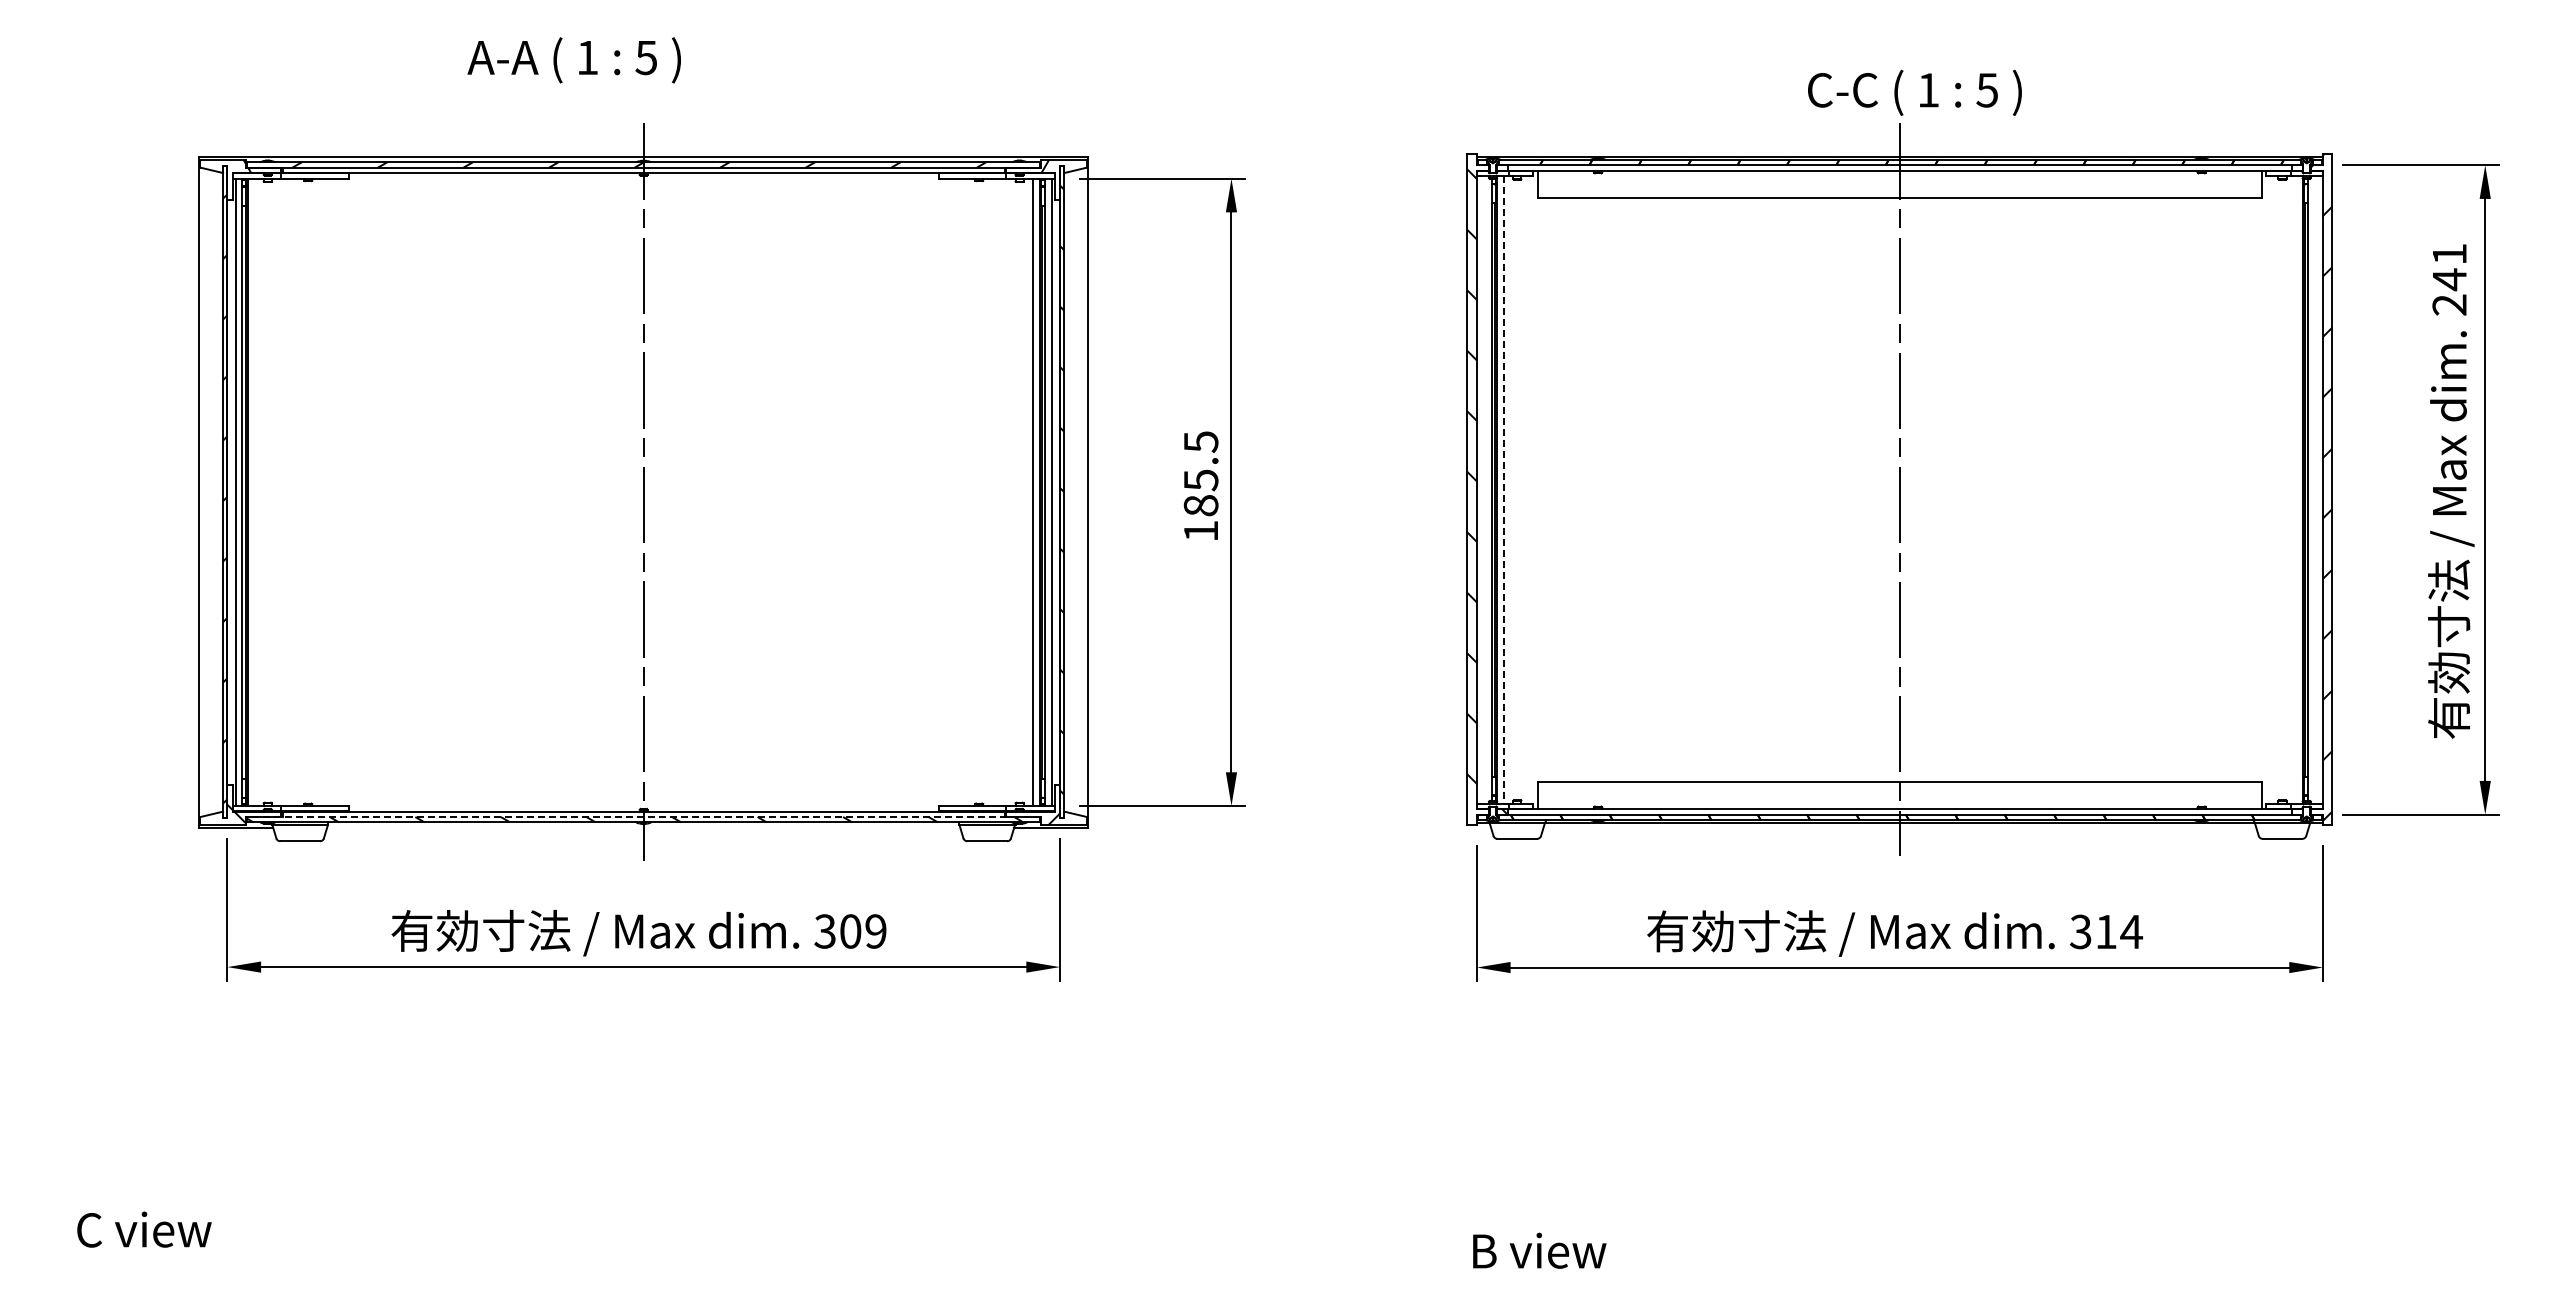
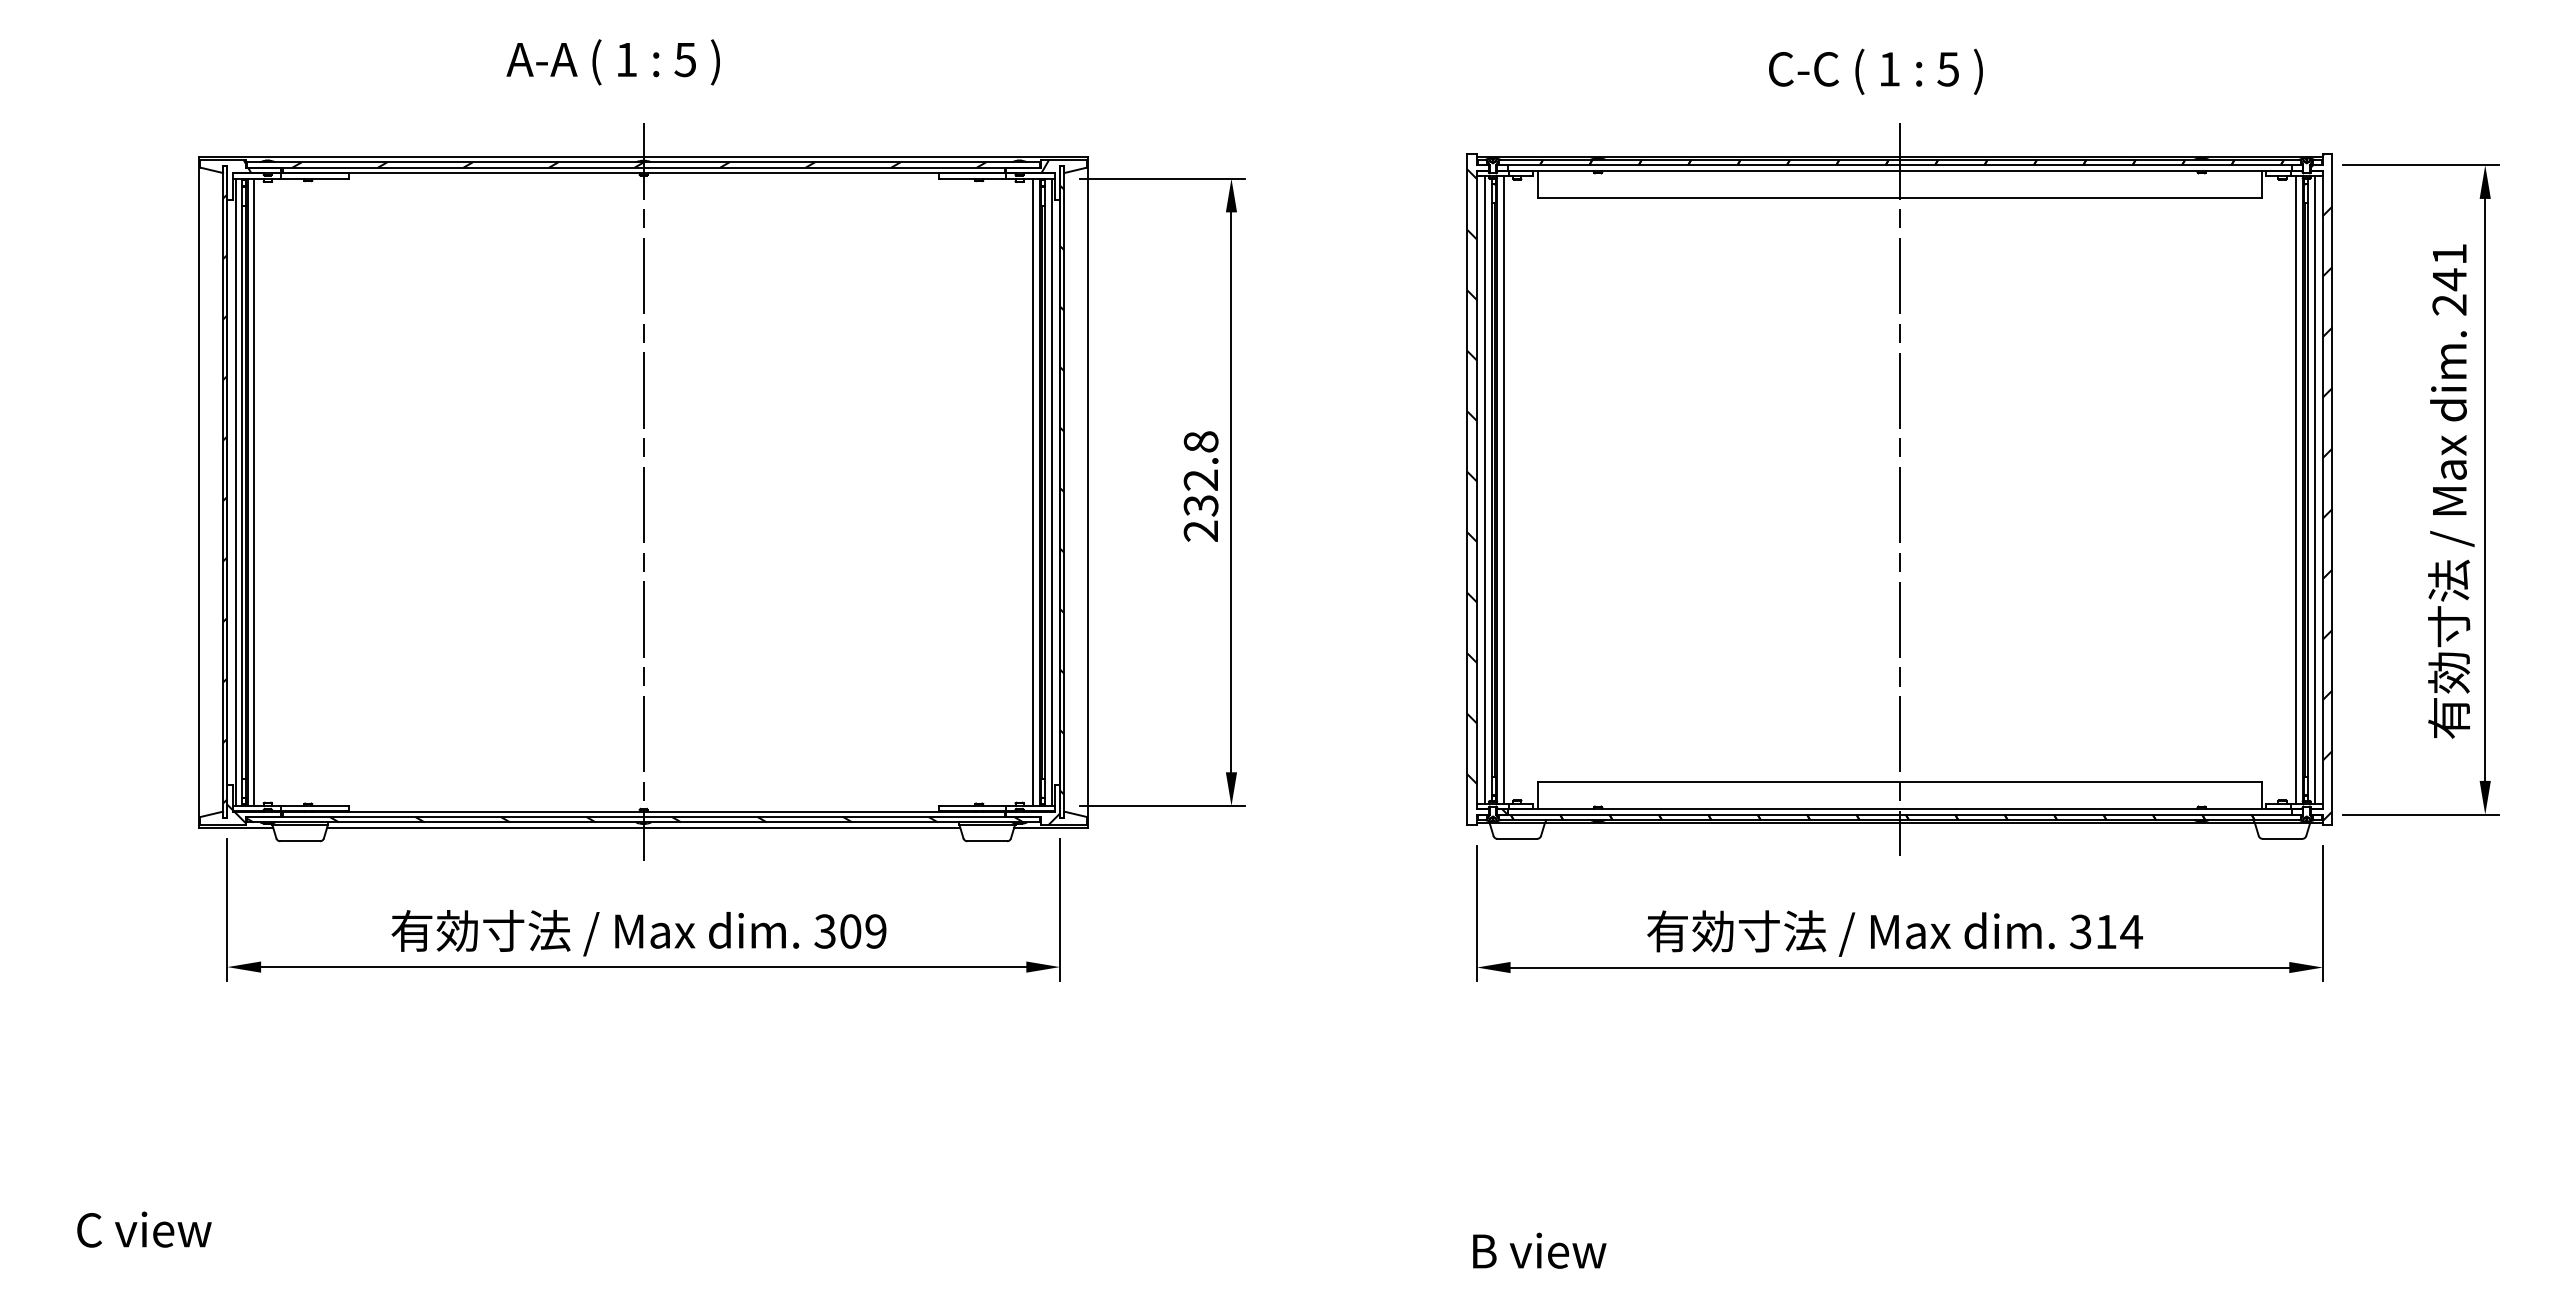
text at (573, 60) position: (573, 60) -> (612, 62)
text at (1914, 92) position: (1914, 92) -> (1875, 71)
text at (1200, 486): 185.5 -> 232.8
line at (1484, 489): none -> present
line at (1503, 489): dashed -> solid
line at (2296, 489): none -> present
line at (2314, 489): none -> present
line at (254, 491): none -> present
line at (643, 817): dashed -> solid
line at (643, 827): none -> present
